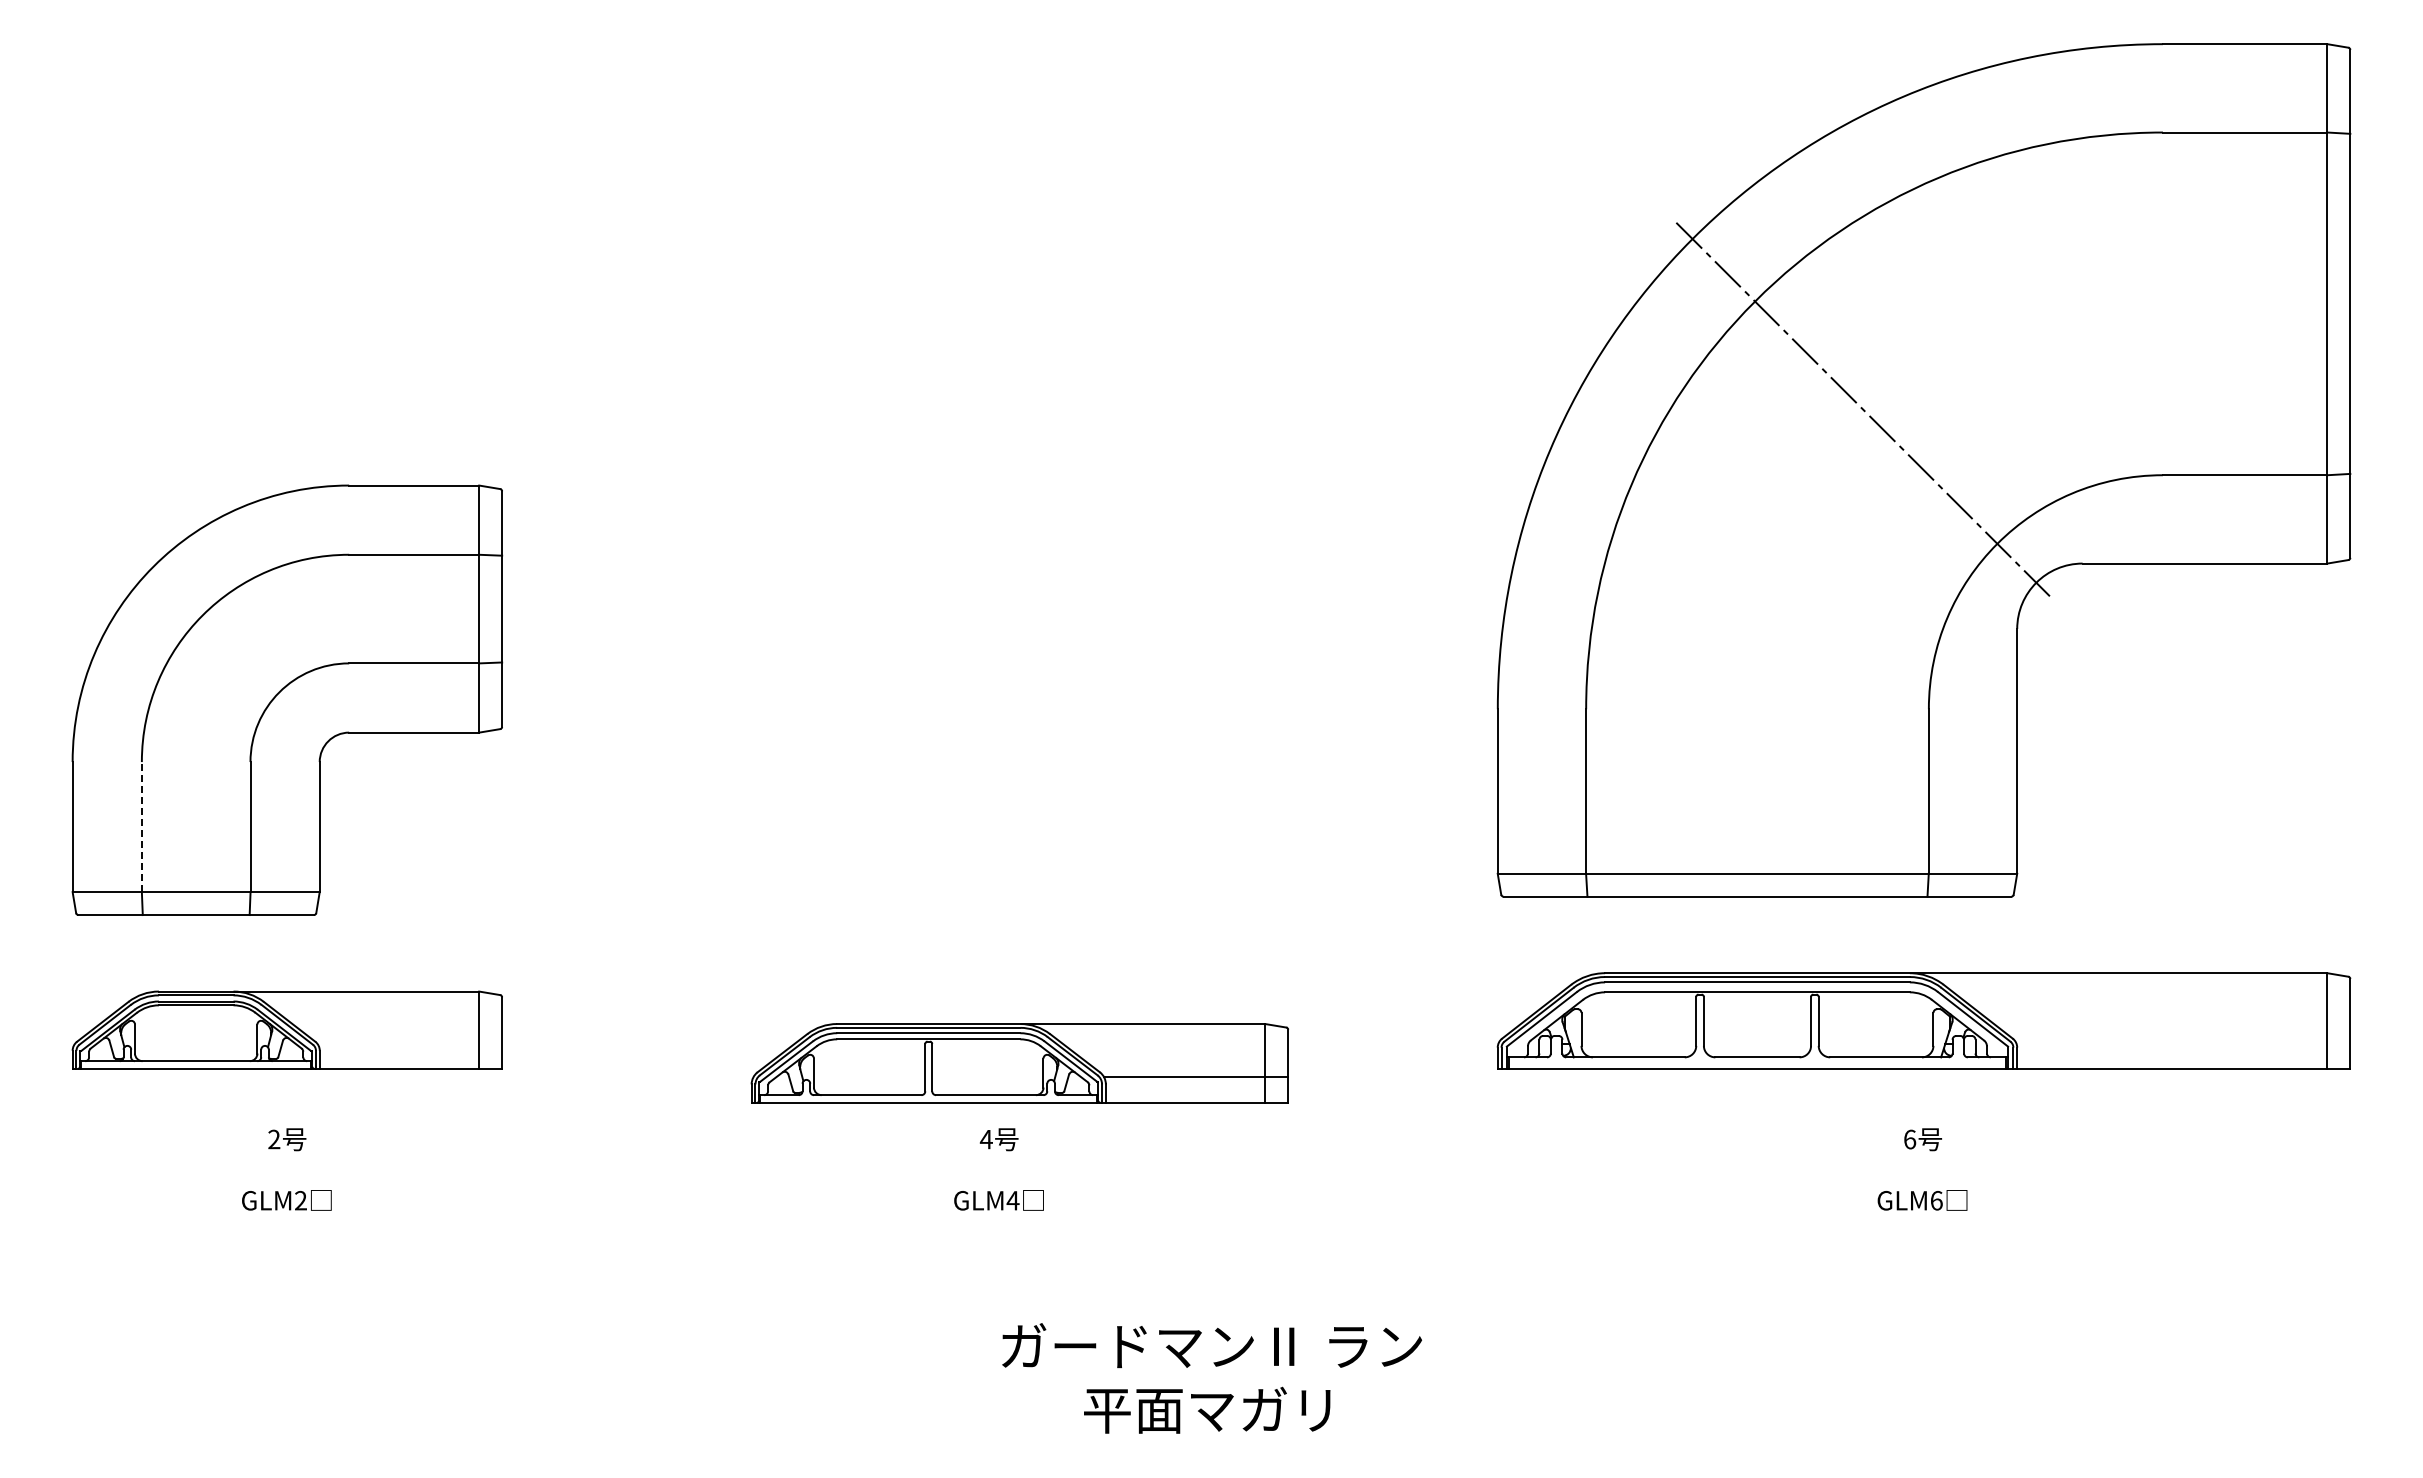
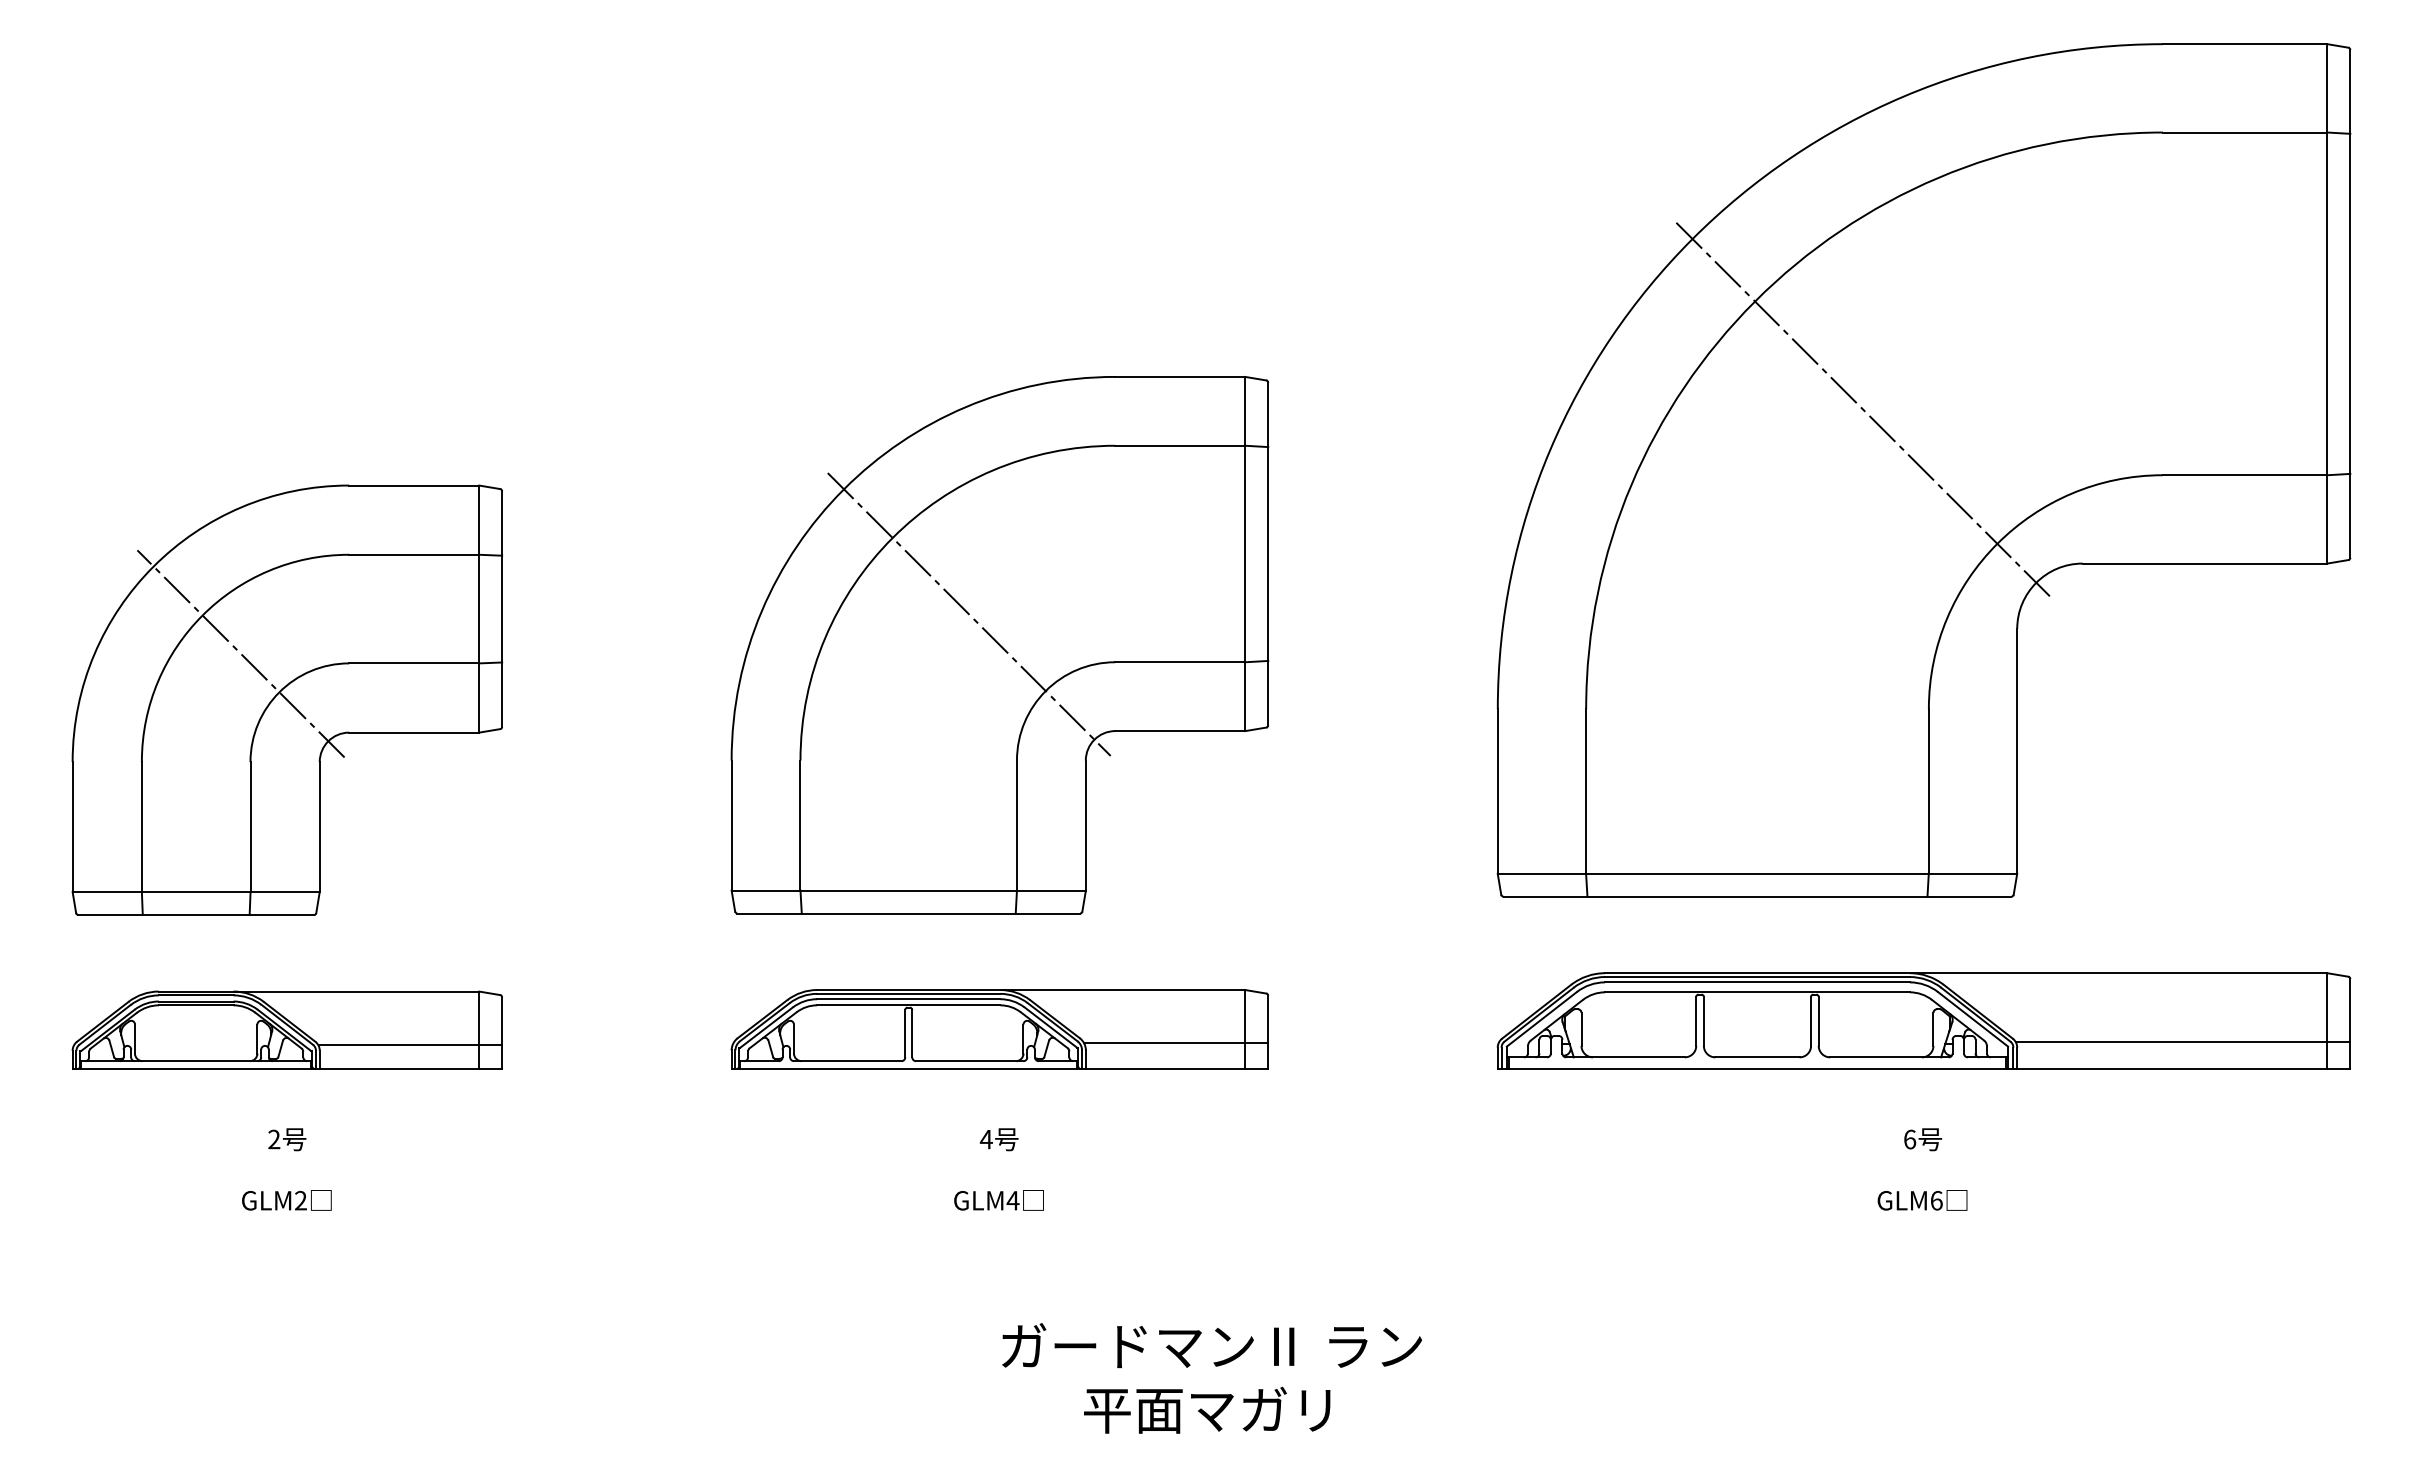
part at (999, 645): none -> present
line at (240, 653): none -> present
line at (141, 826): dashed -> solid
line at (2182, 1042): none -> present
line at (410, 1045): none -> present
part at (1019, 1063) position: (1019, 1063) -> (999, 1029)
